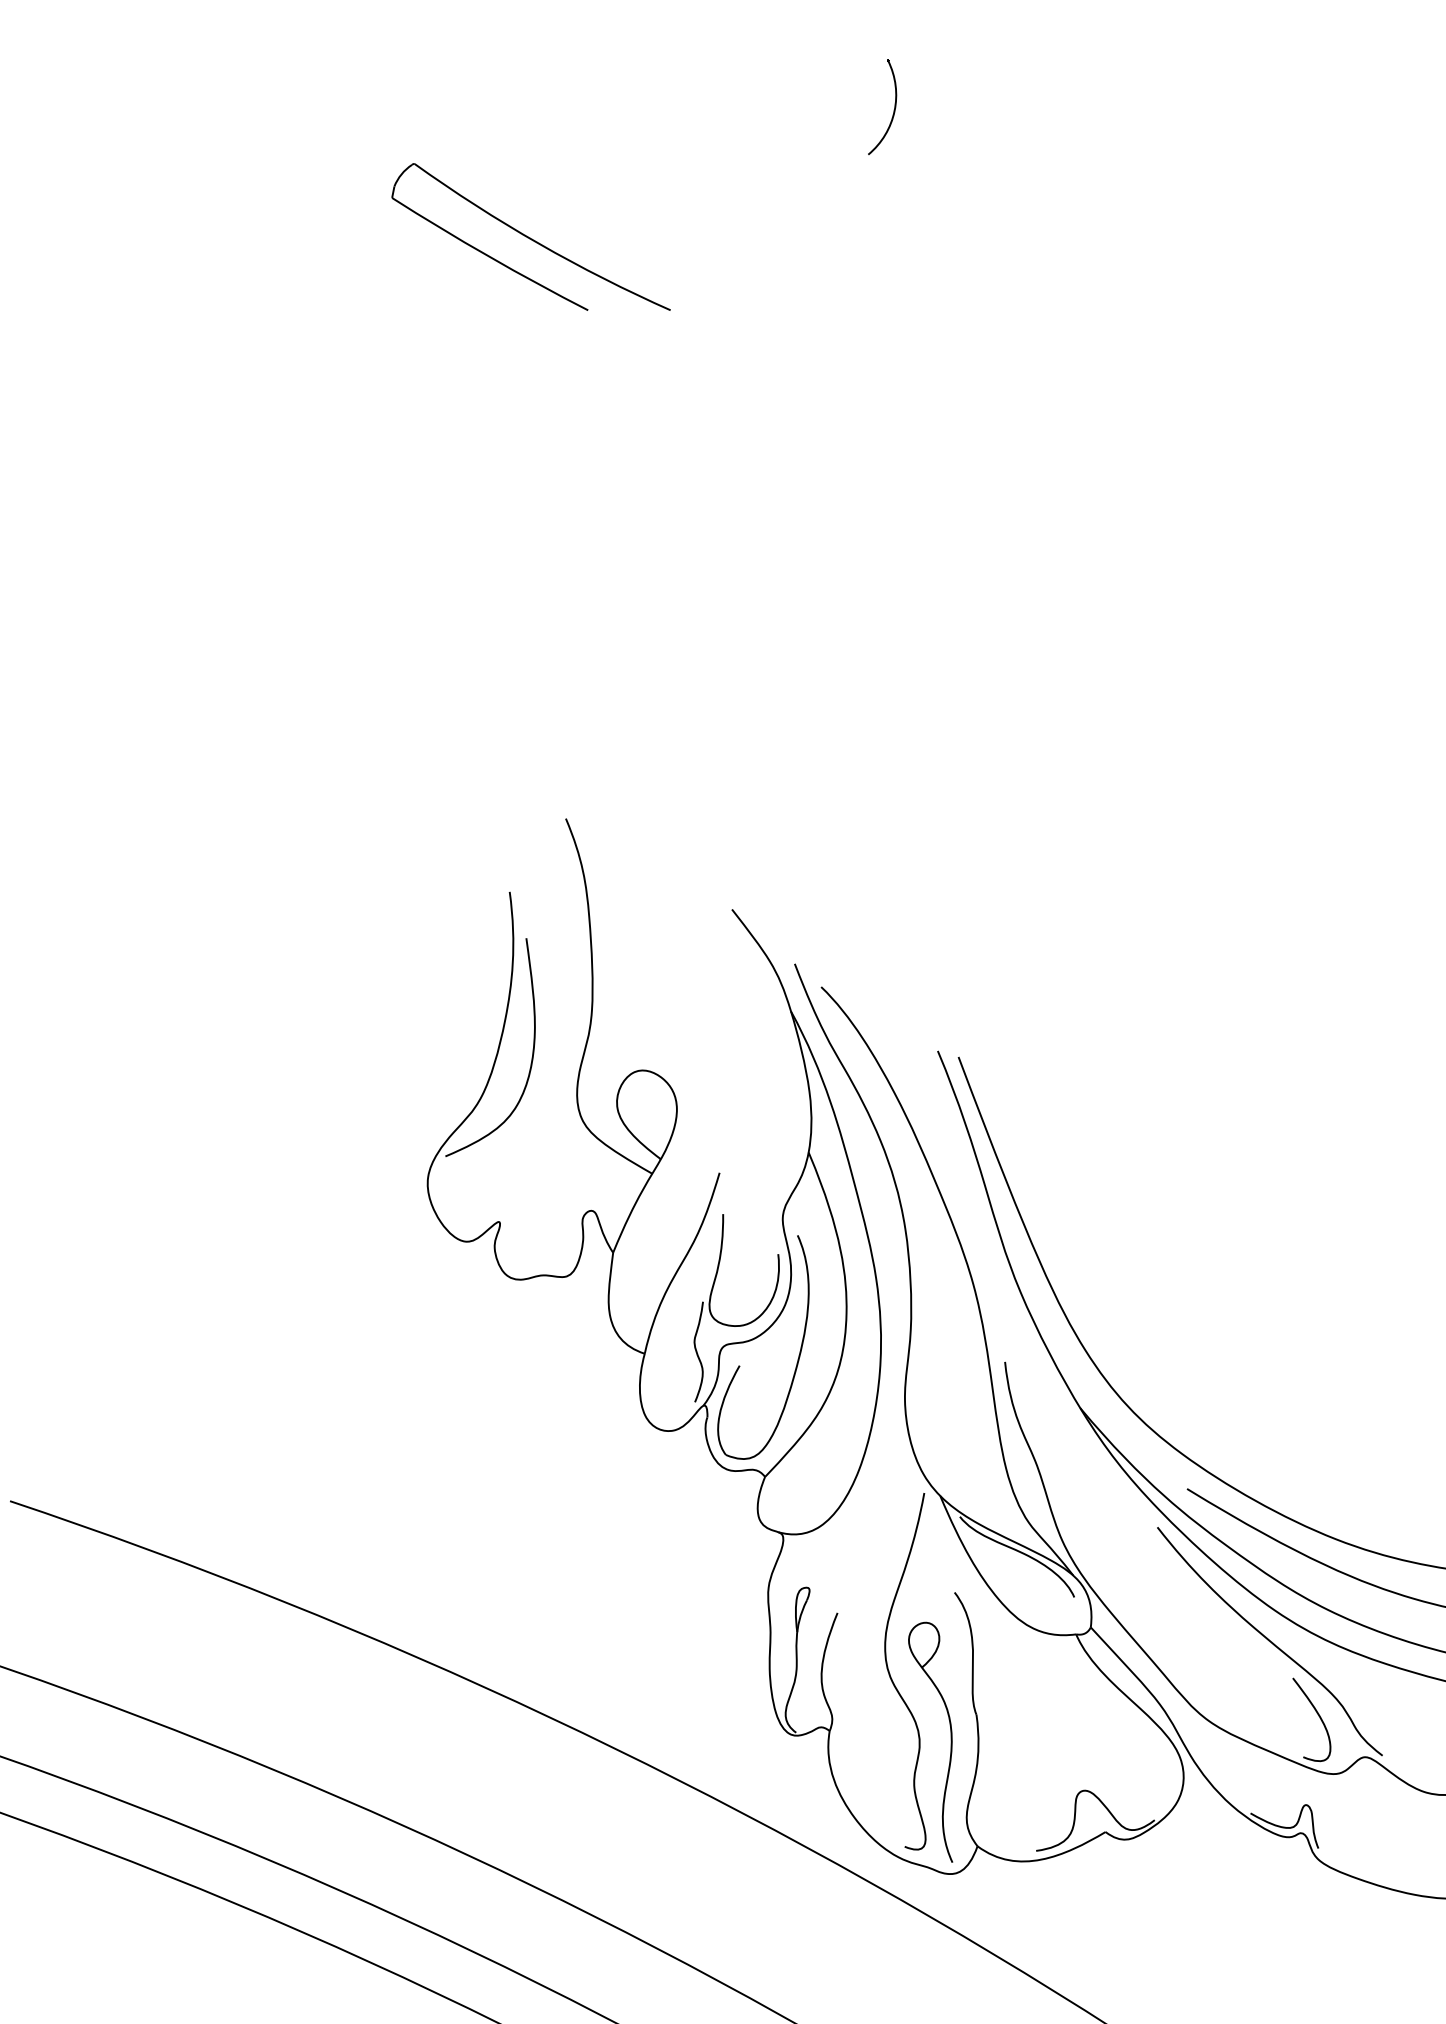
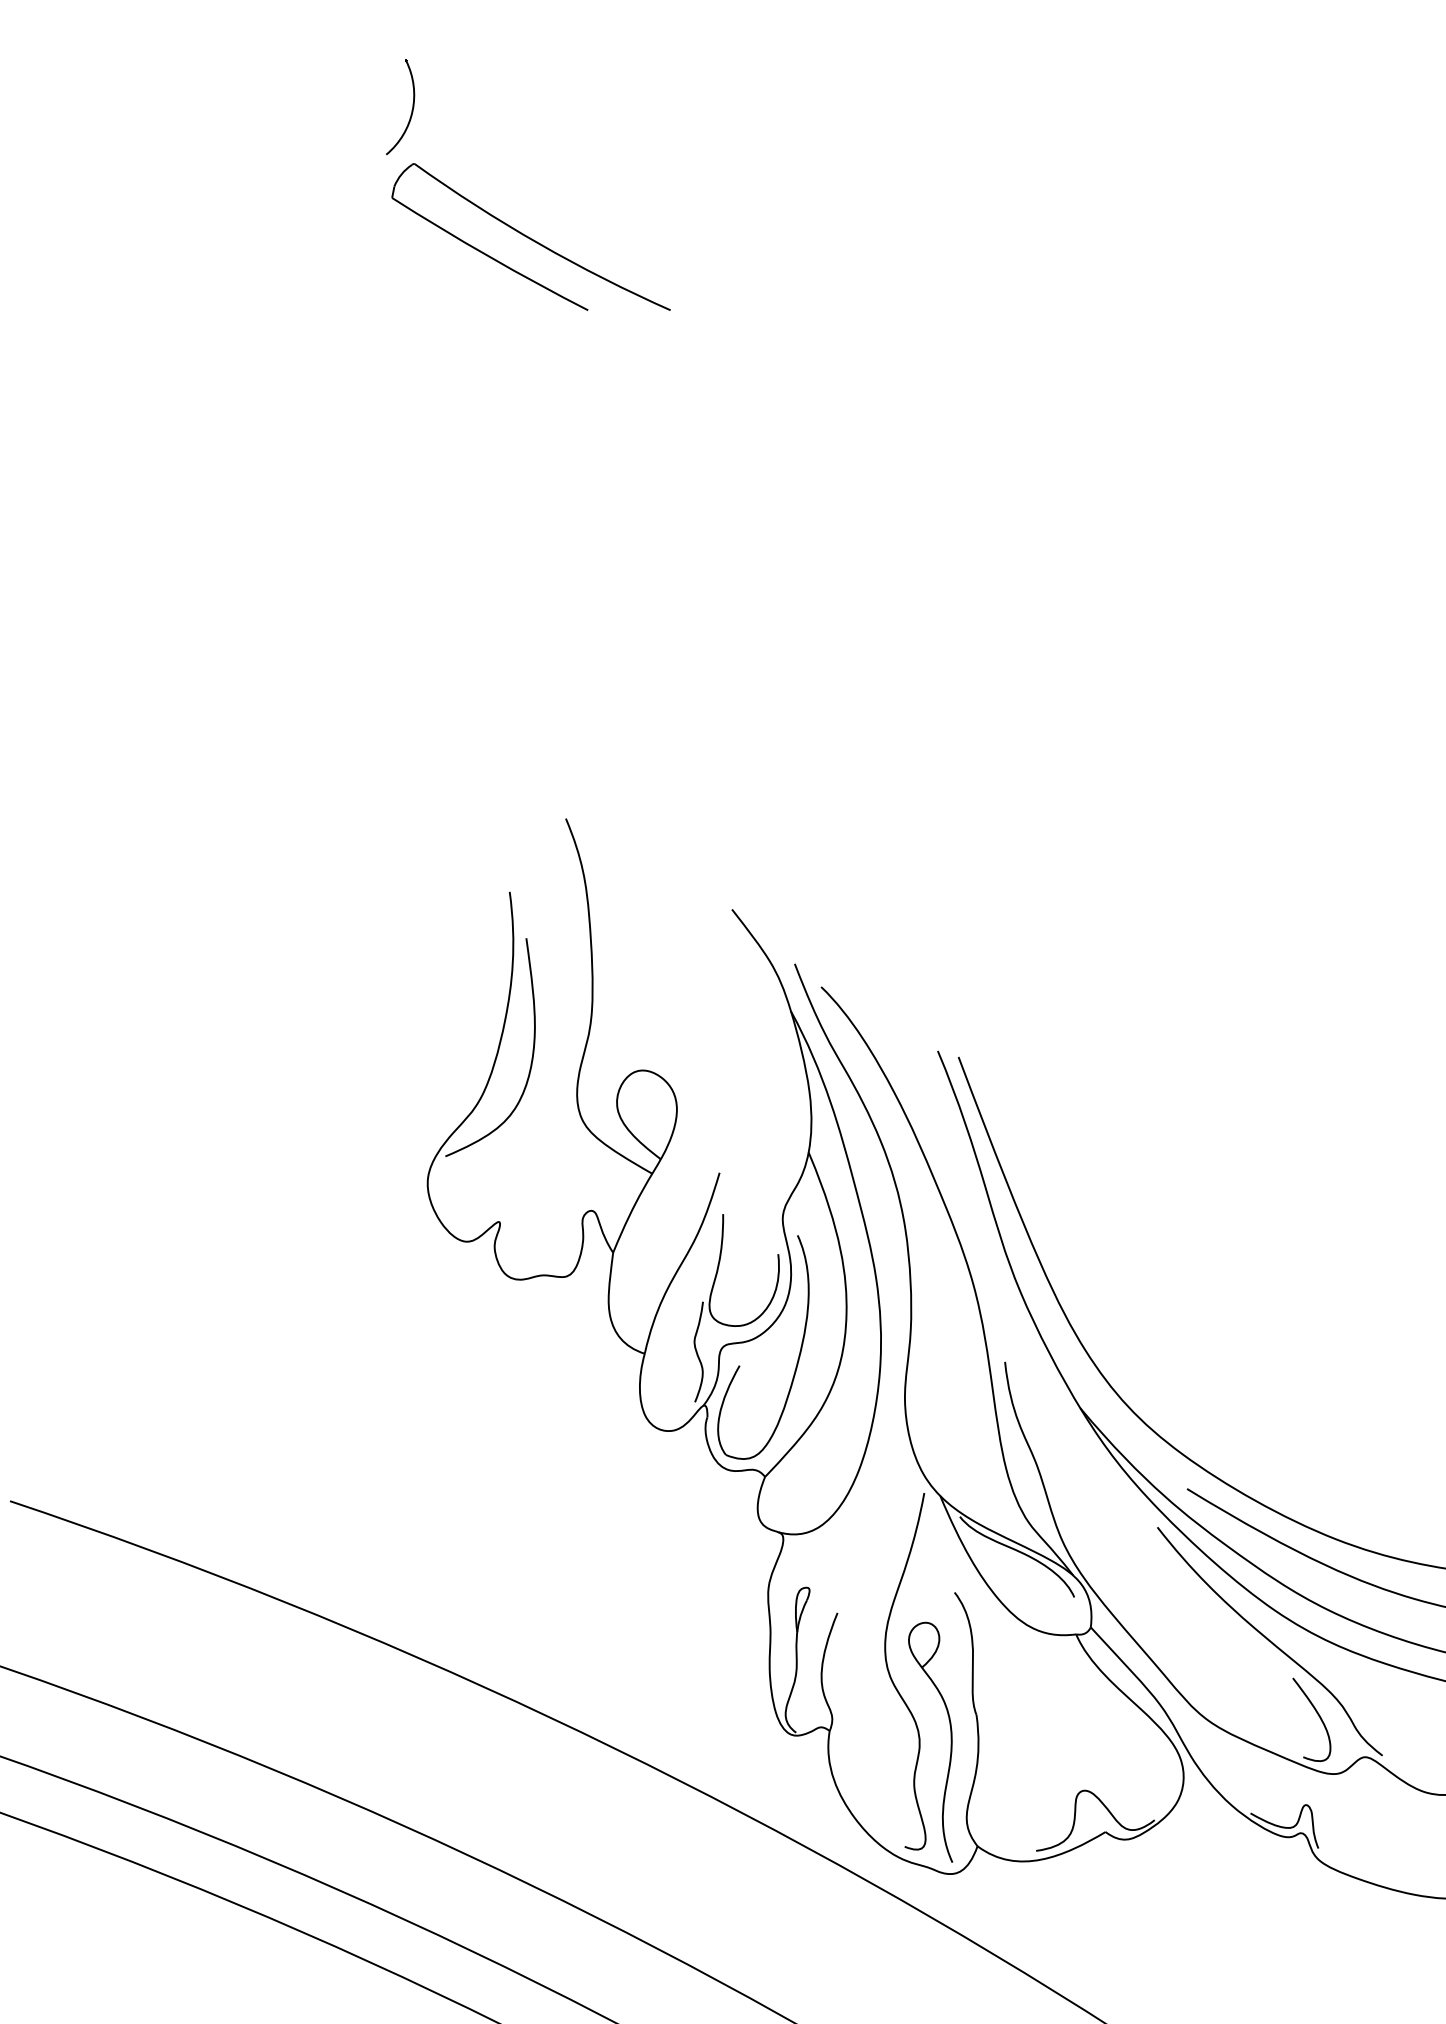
part at (893, 110) position: (893, 110) -> (411, 110)
